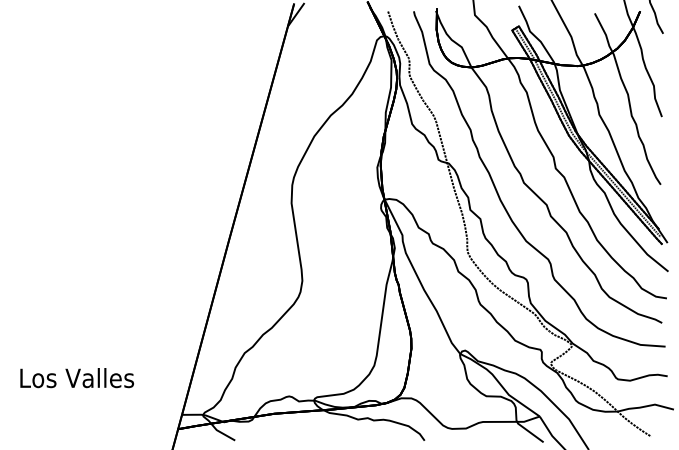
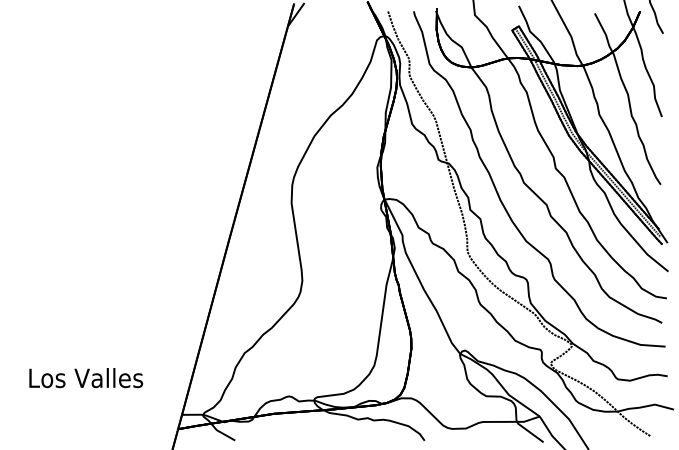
text at (76, 378) position: (76, 378) -> (85, 378)
